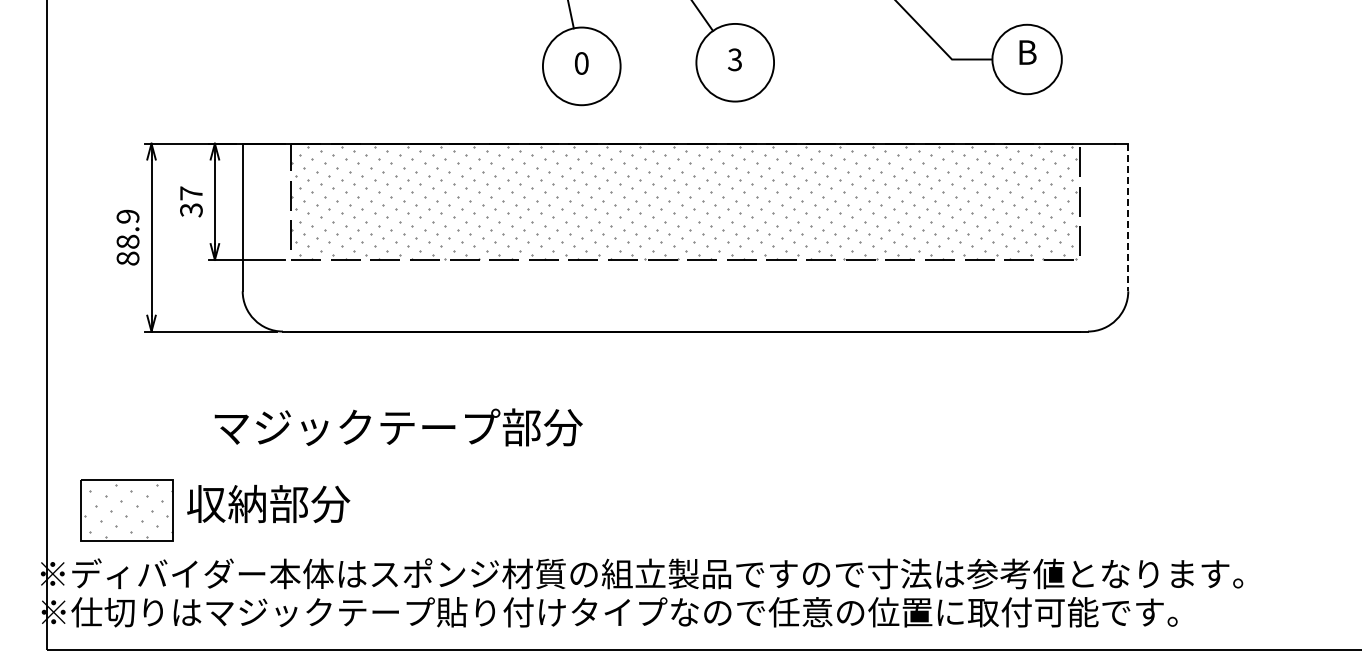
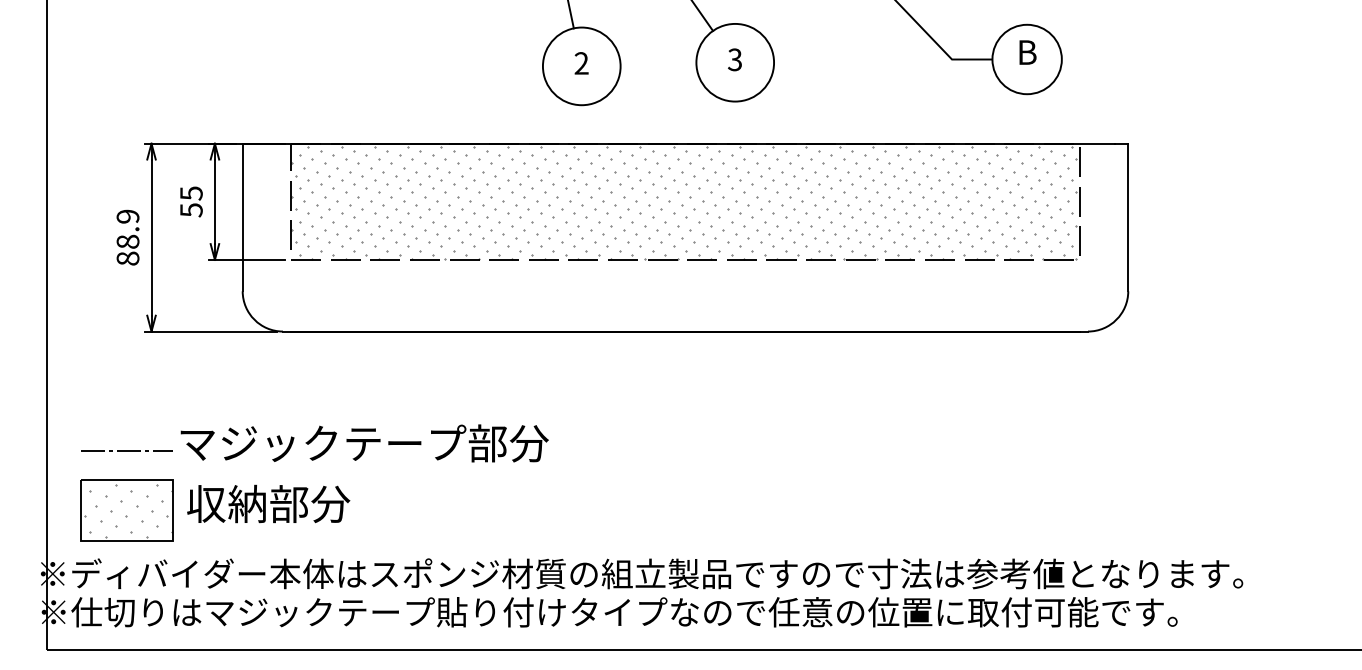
text at (581, 63): 0 -> 2
text at (191, 201): 37 -> 55
line at (1128, 217): dashed -> solid
text at (398, 427) position: (398, 427) -> (364, 443)
line at (126, 450): none -> present
